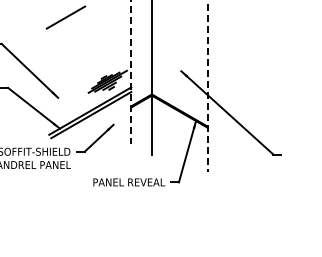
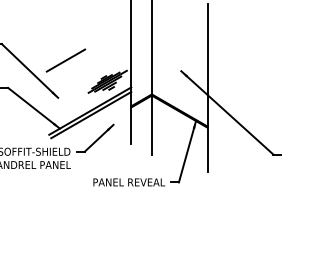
line at (65, 17) position: (65, 17) -> (65, 60)
line at (131, 72): dashed -> solid
line at (207, 87): dashed -> solid
